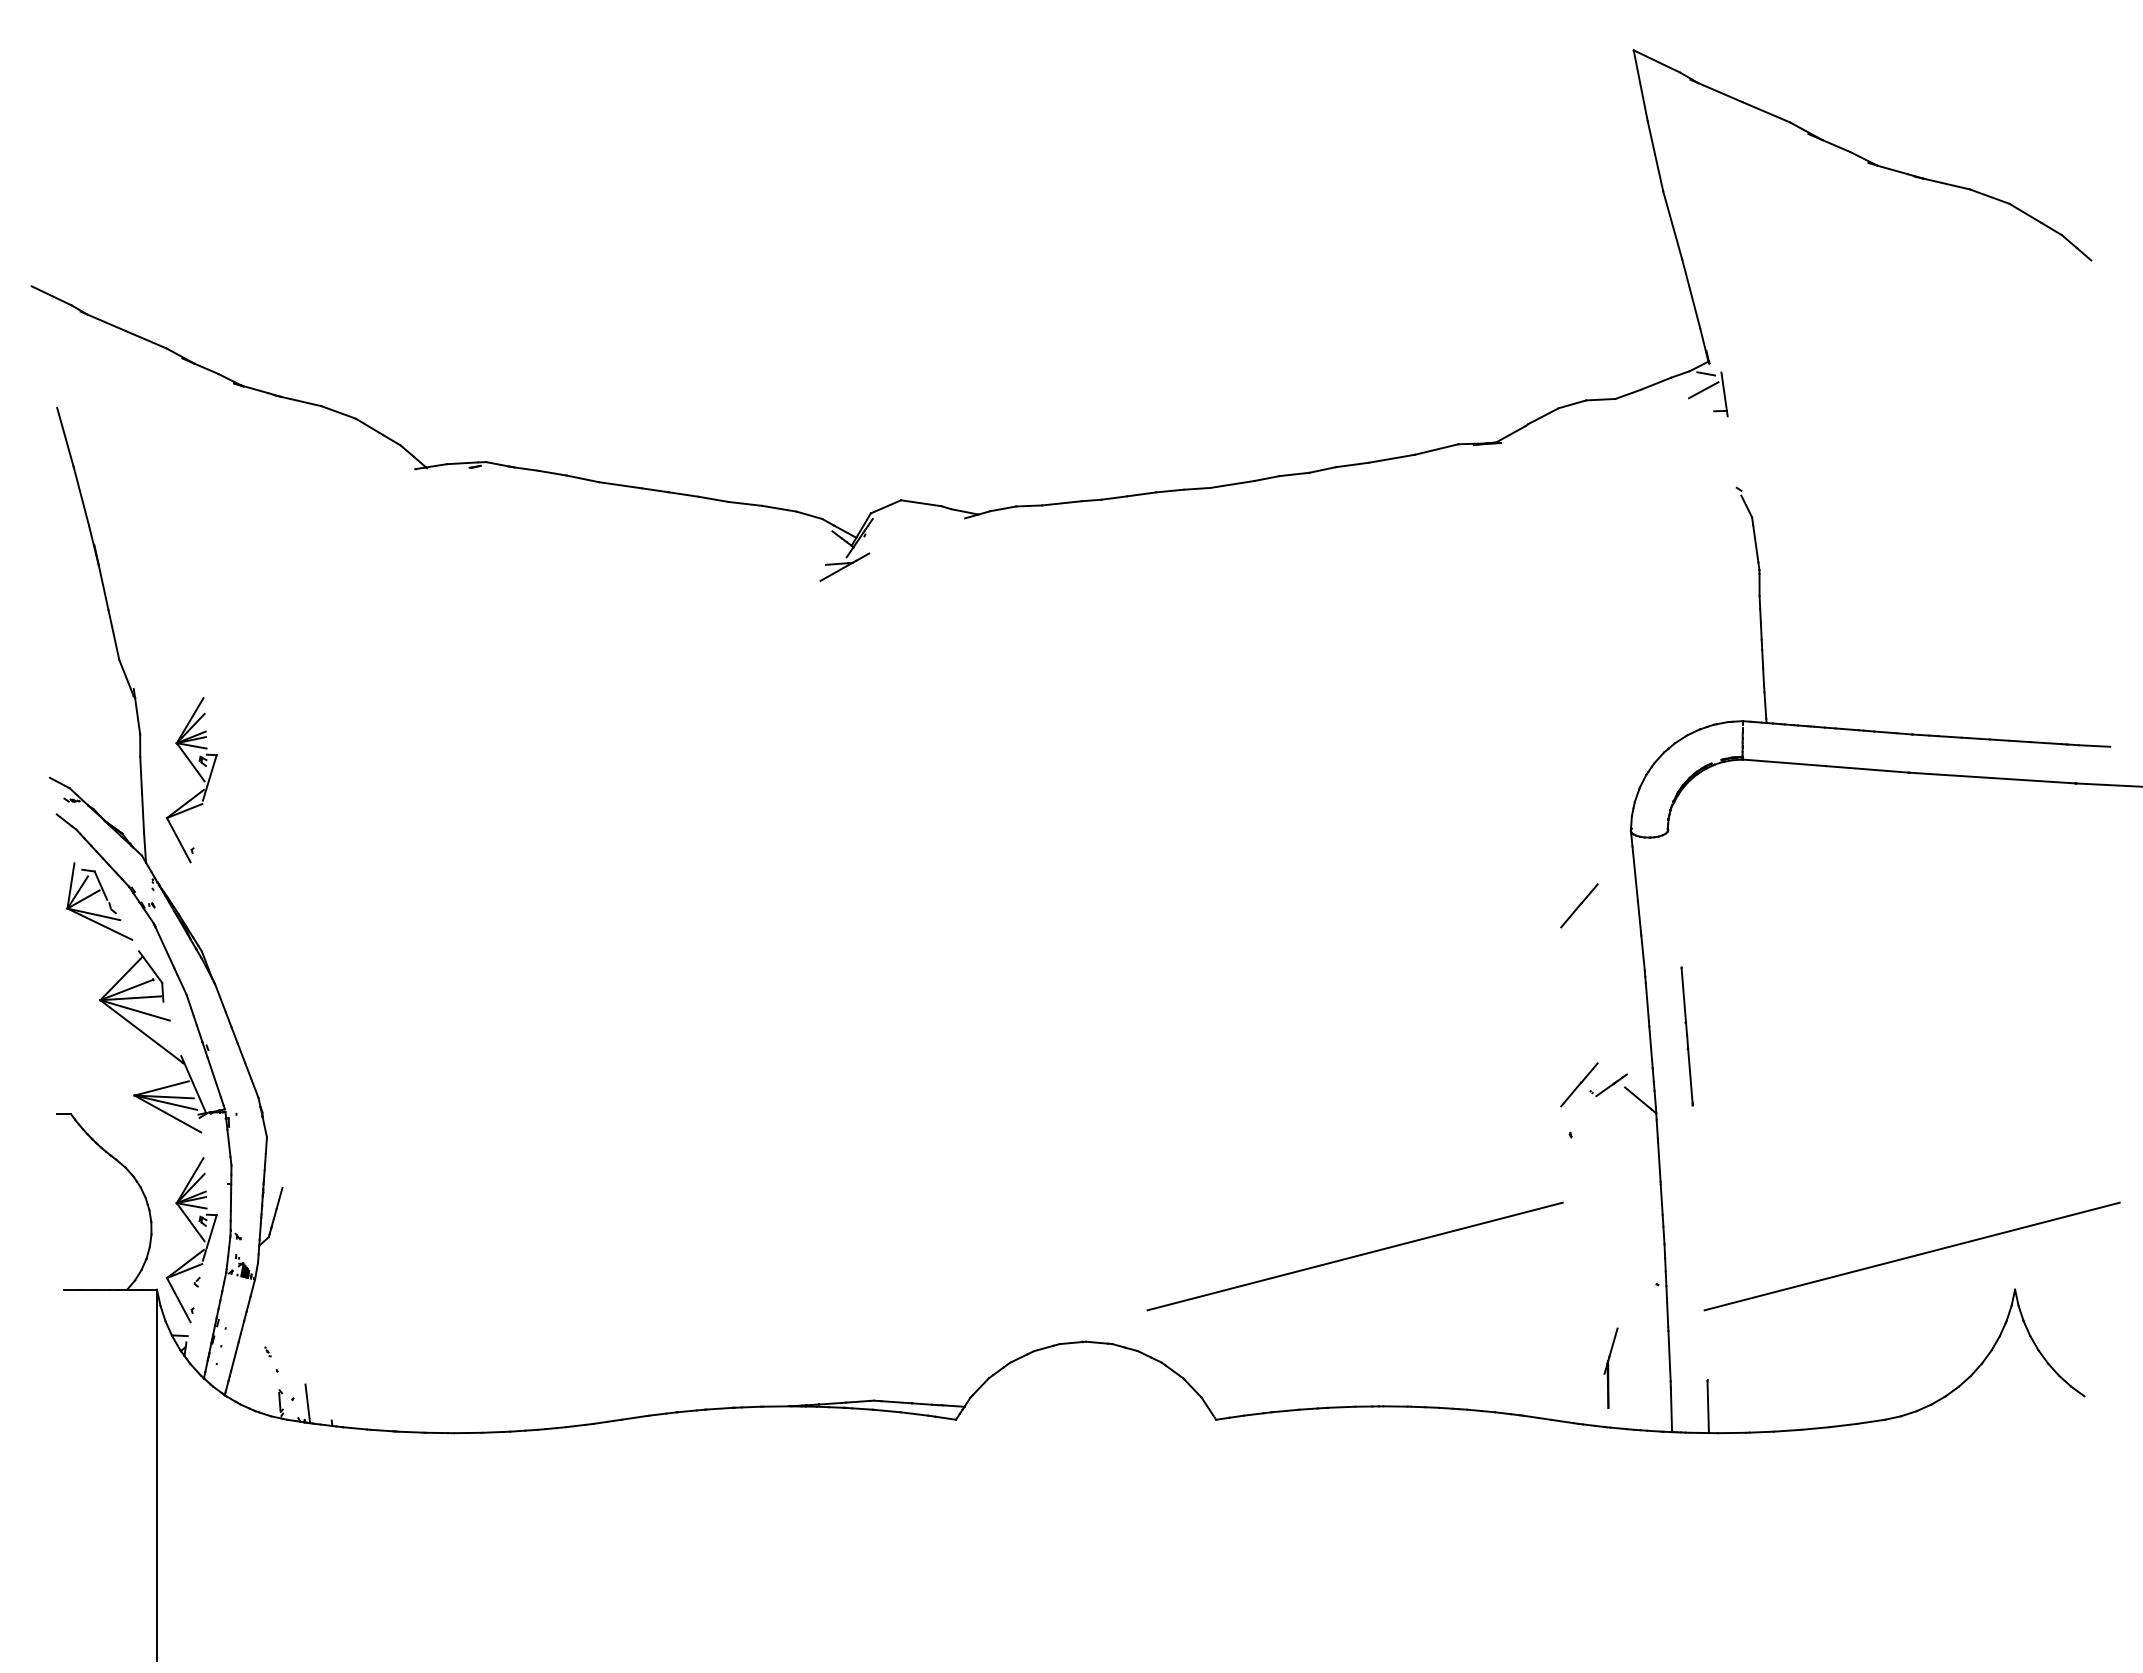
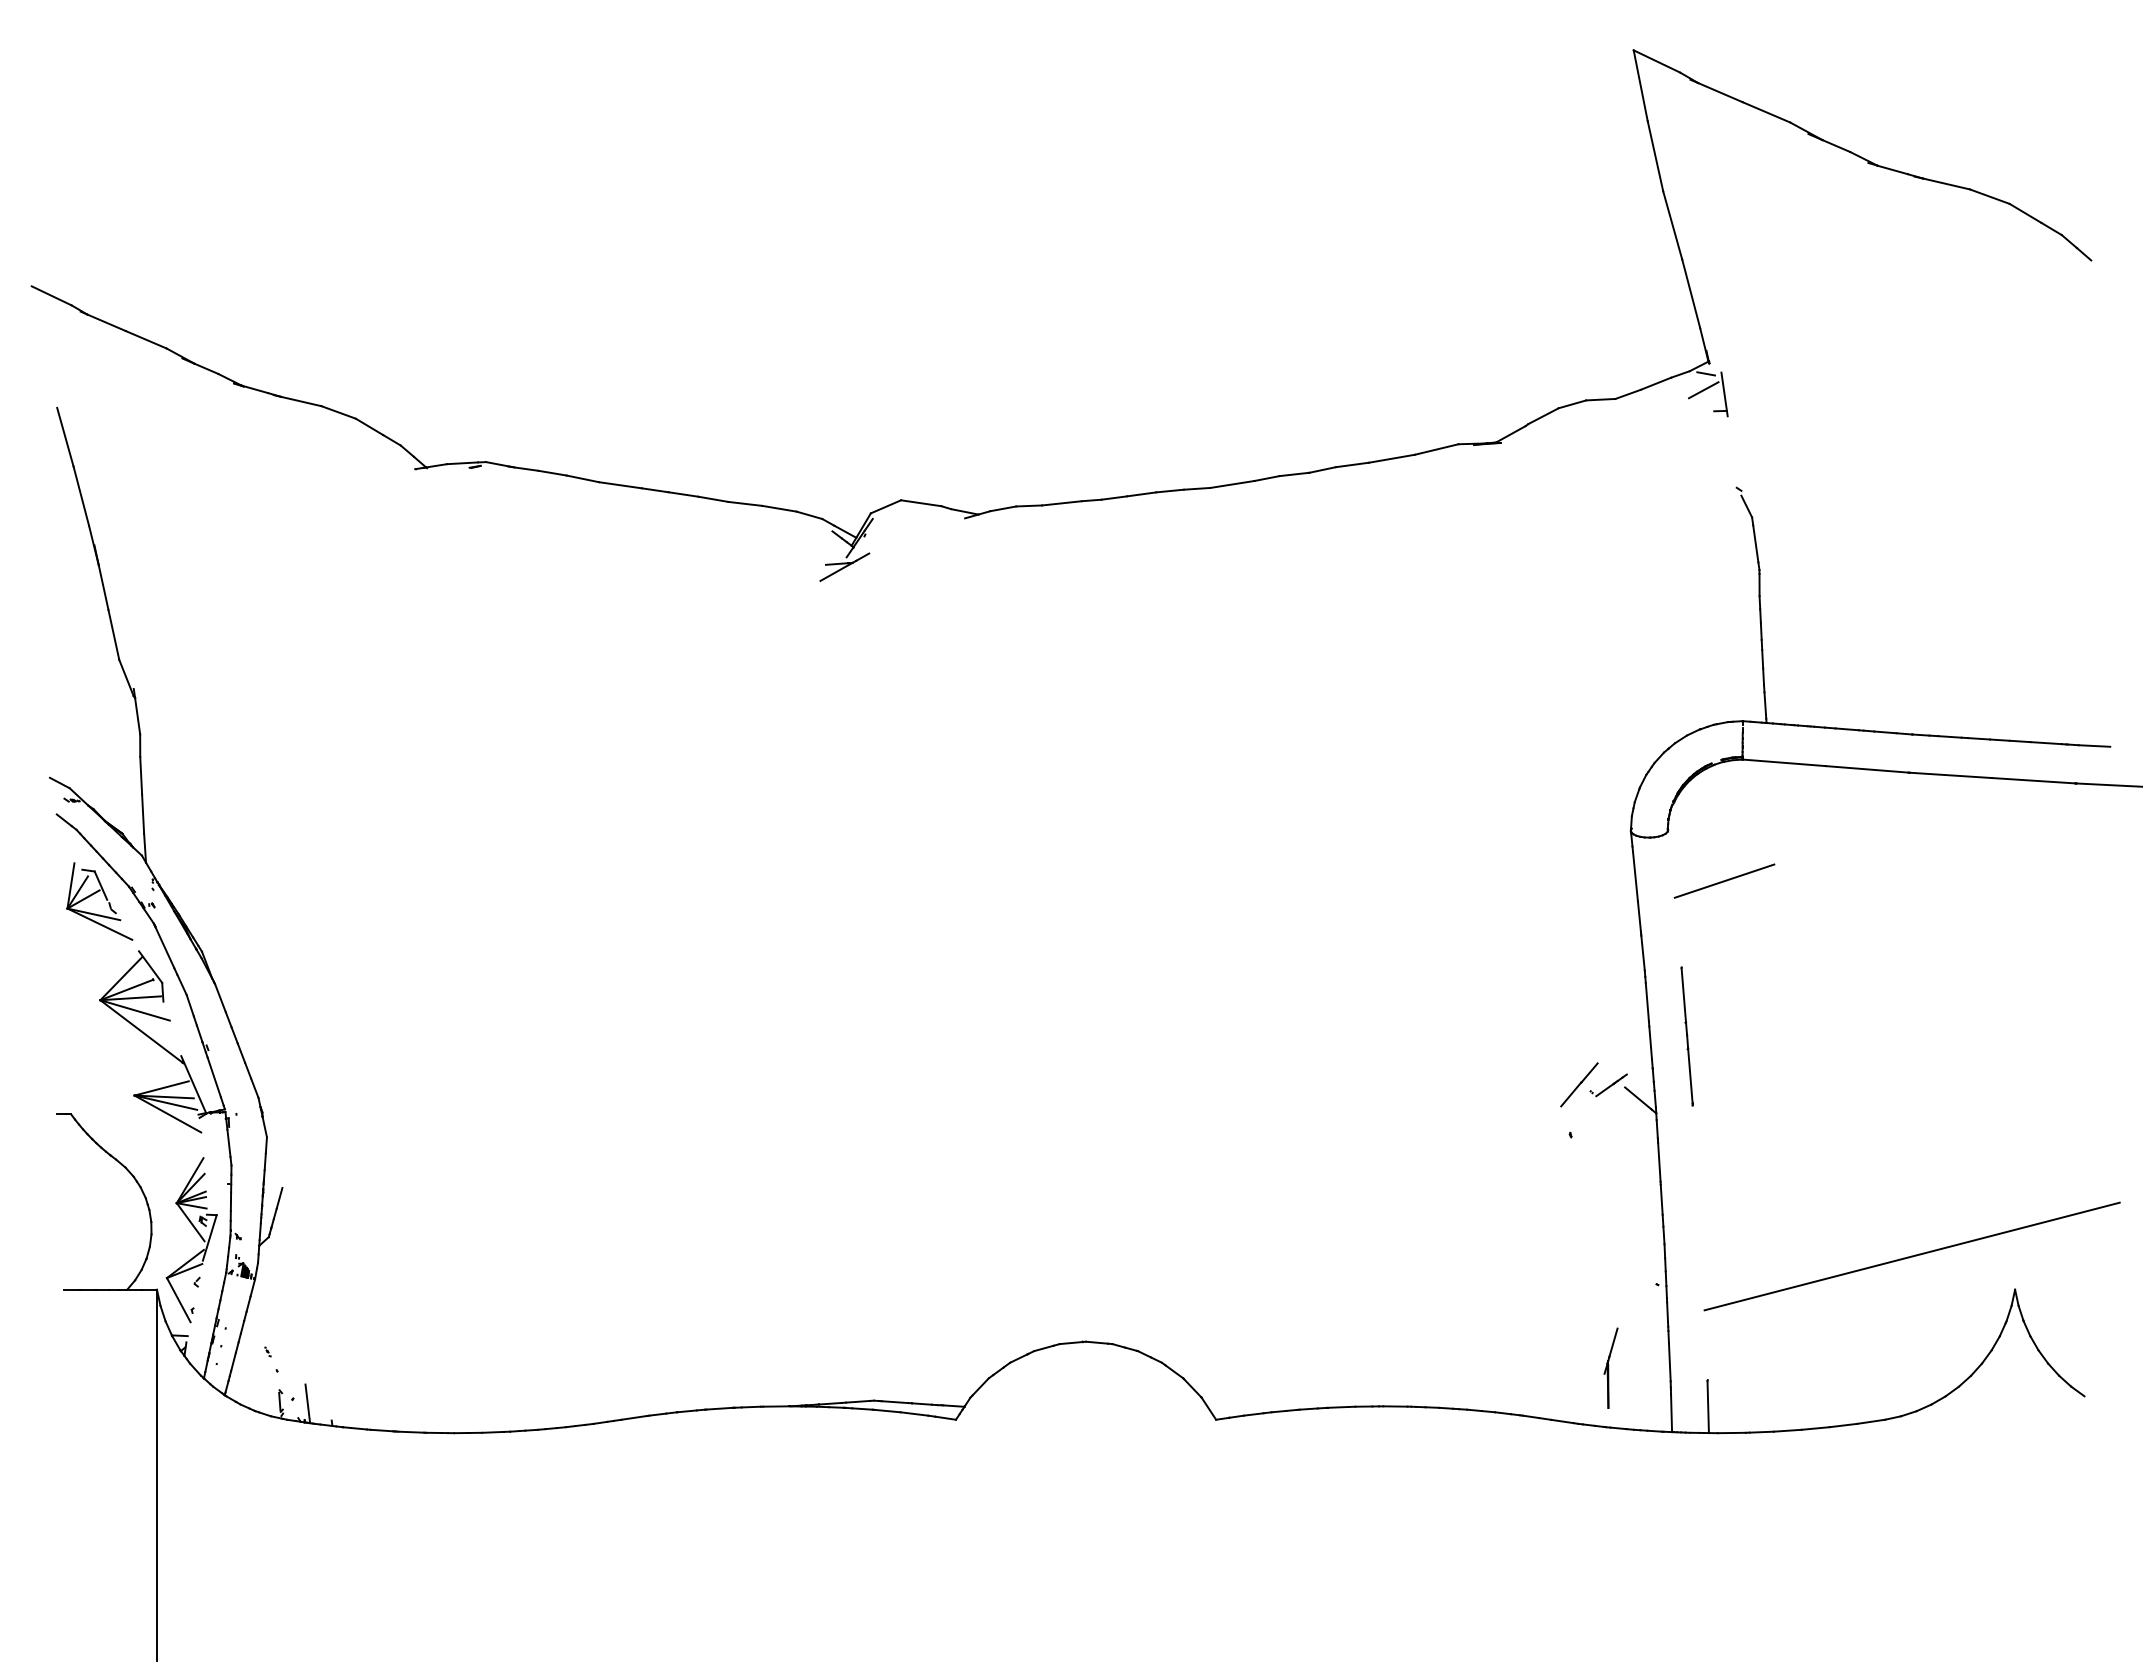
part at (199, 776): present -> none
line at (1724, 880): none -> present
line at (1579, 905): present -> none
line at (1354, 1256): present -> none
